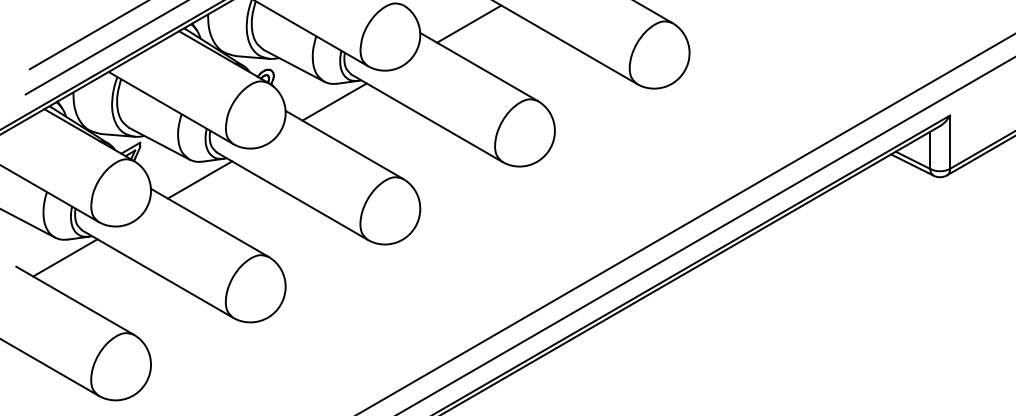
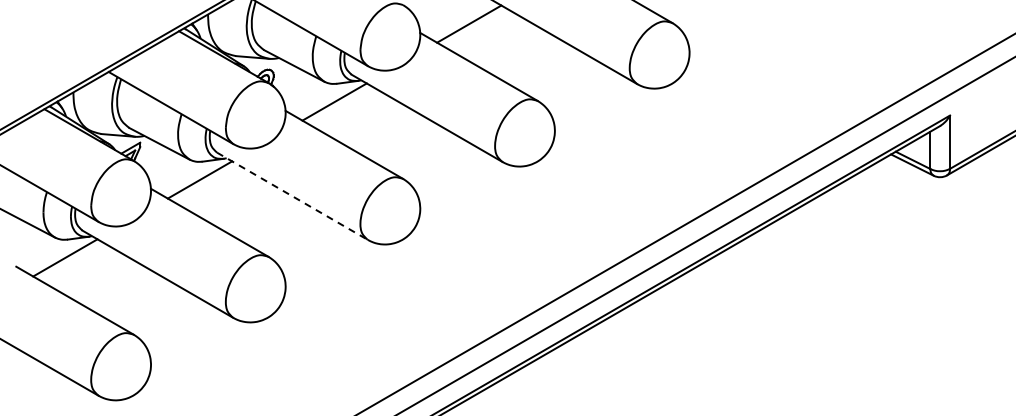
line at (87, 35): present -> none
line at (105, 48): present -> none
line at (292, 196): solid -> dashed
